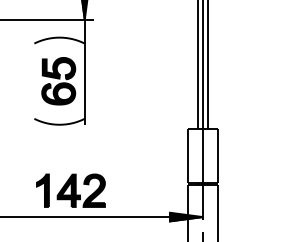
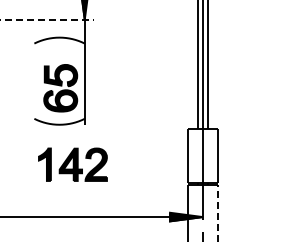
line at (47, 19): solid -> dashed
part at (58, 81) position: (58, 81) -> (60, 88)
part at (70, 190) position: (70, 190) -> (72, 164)
line at (217, 212): solid -> dashed
